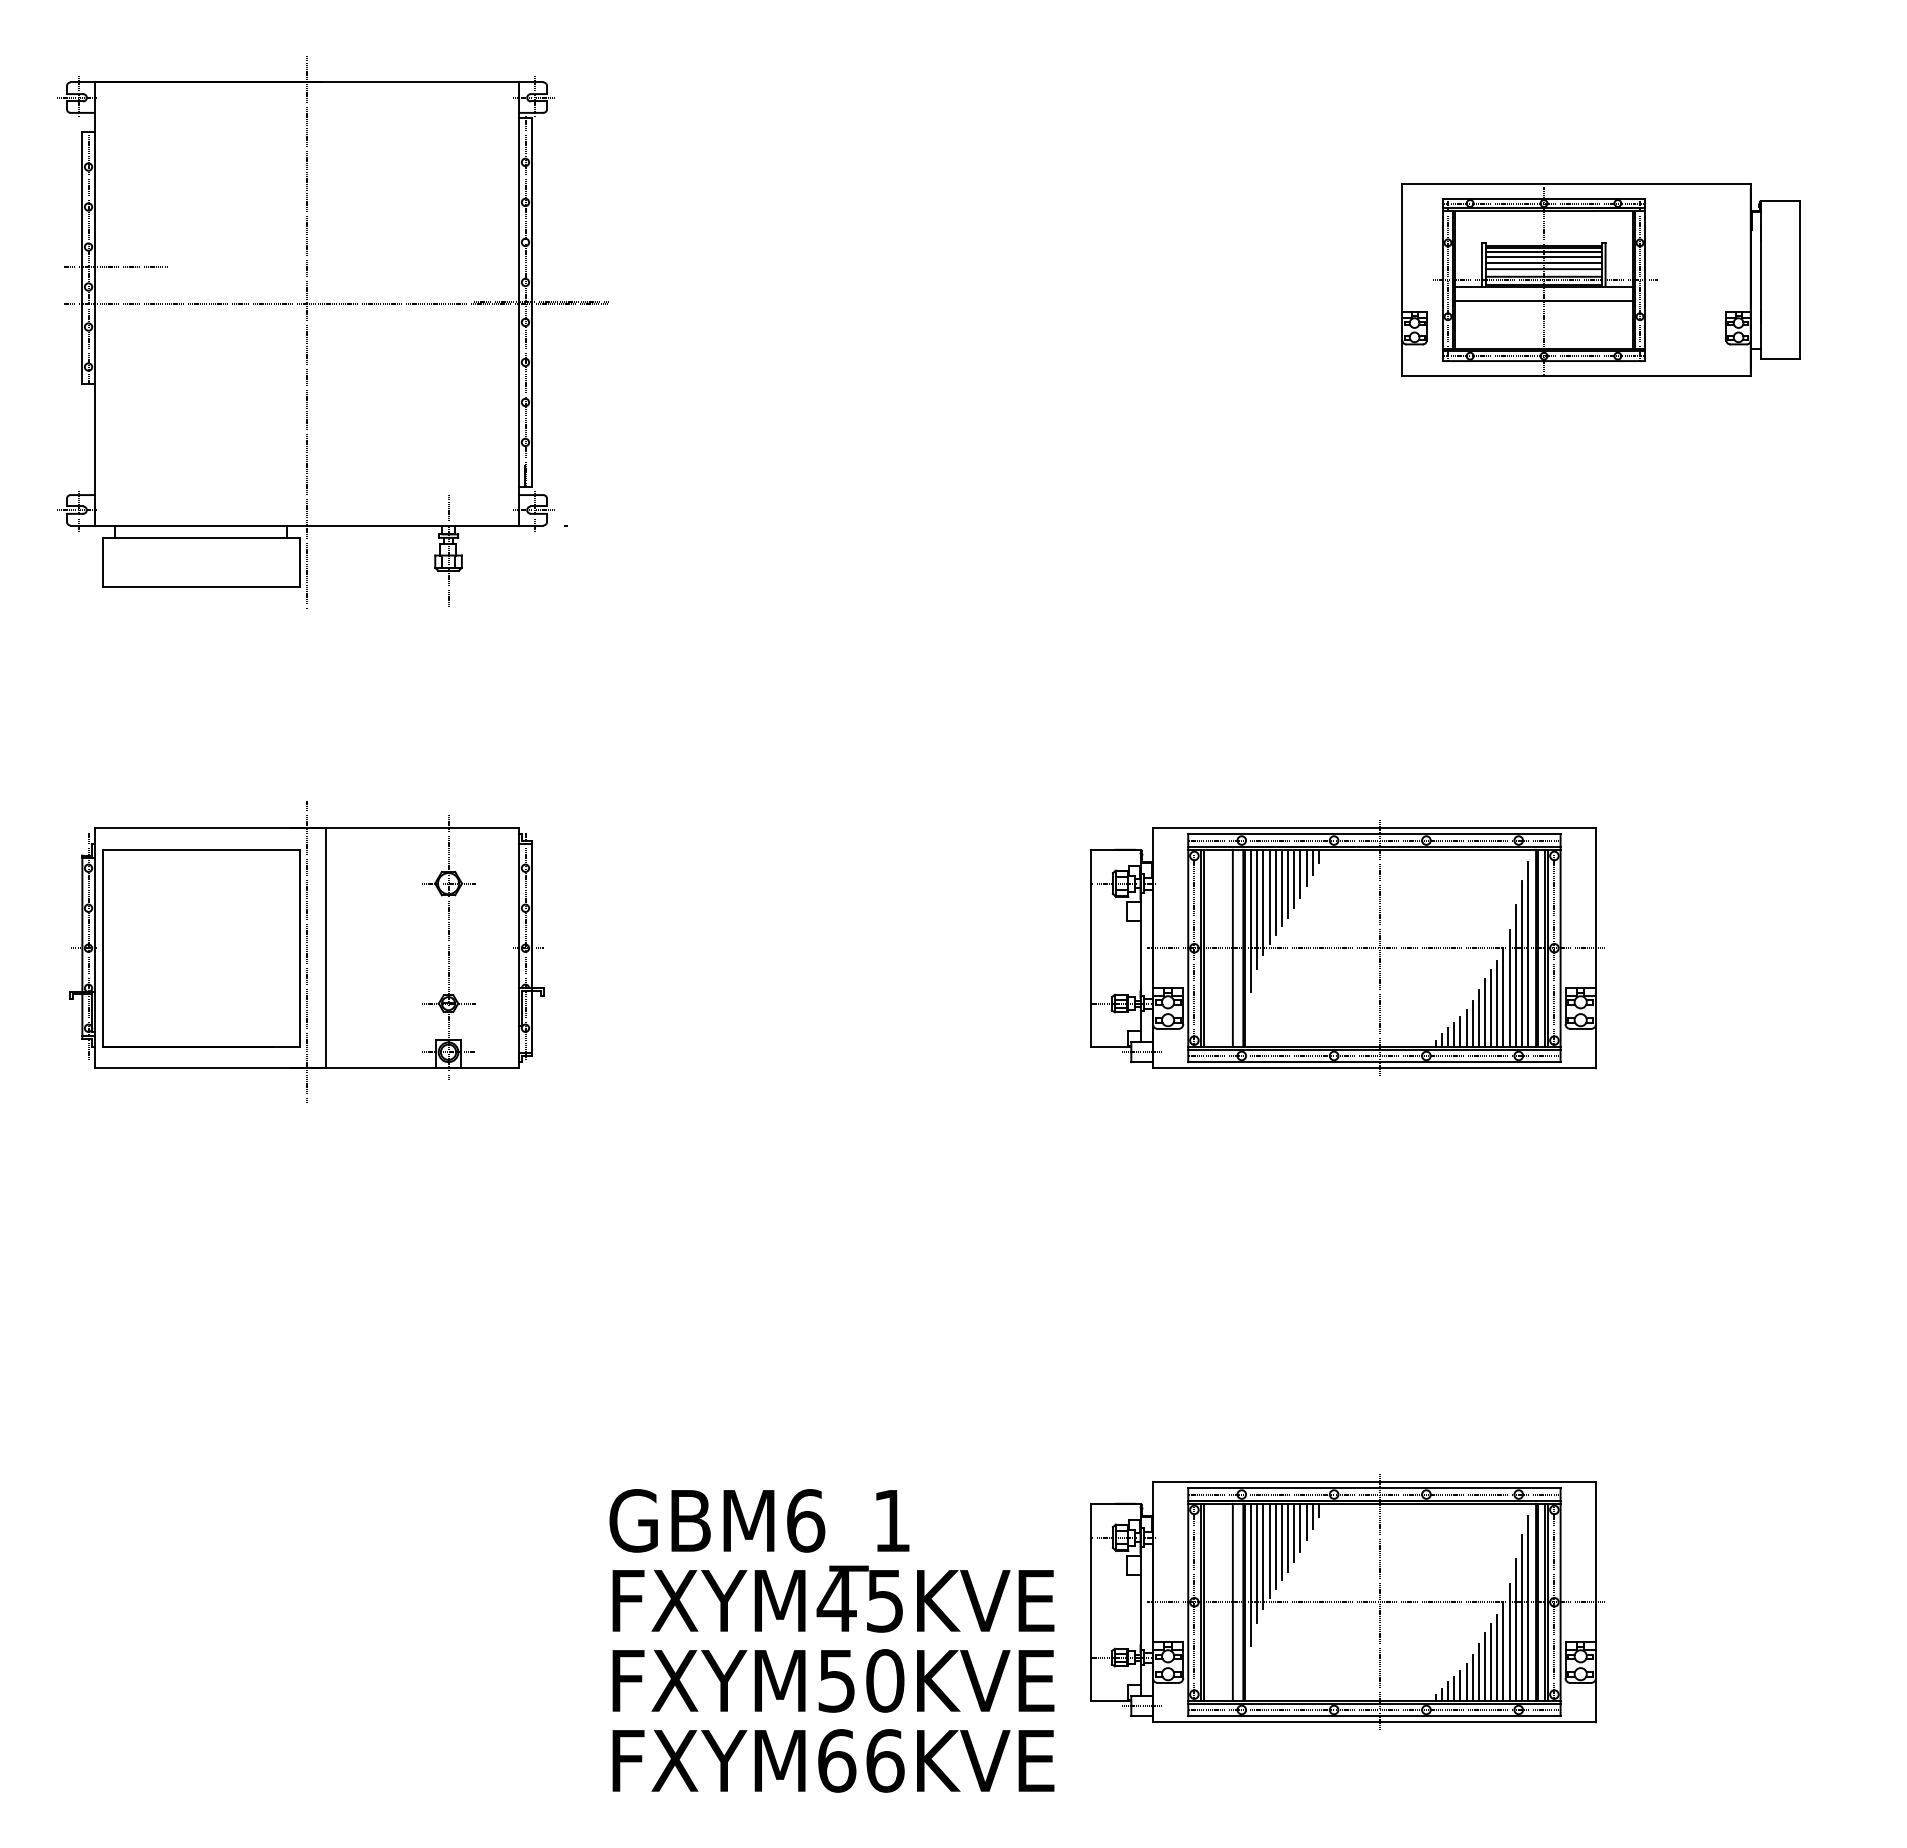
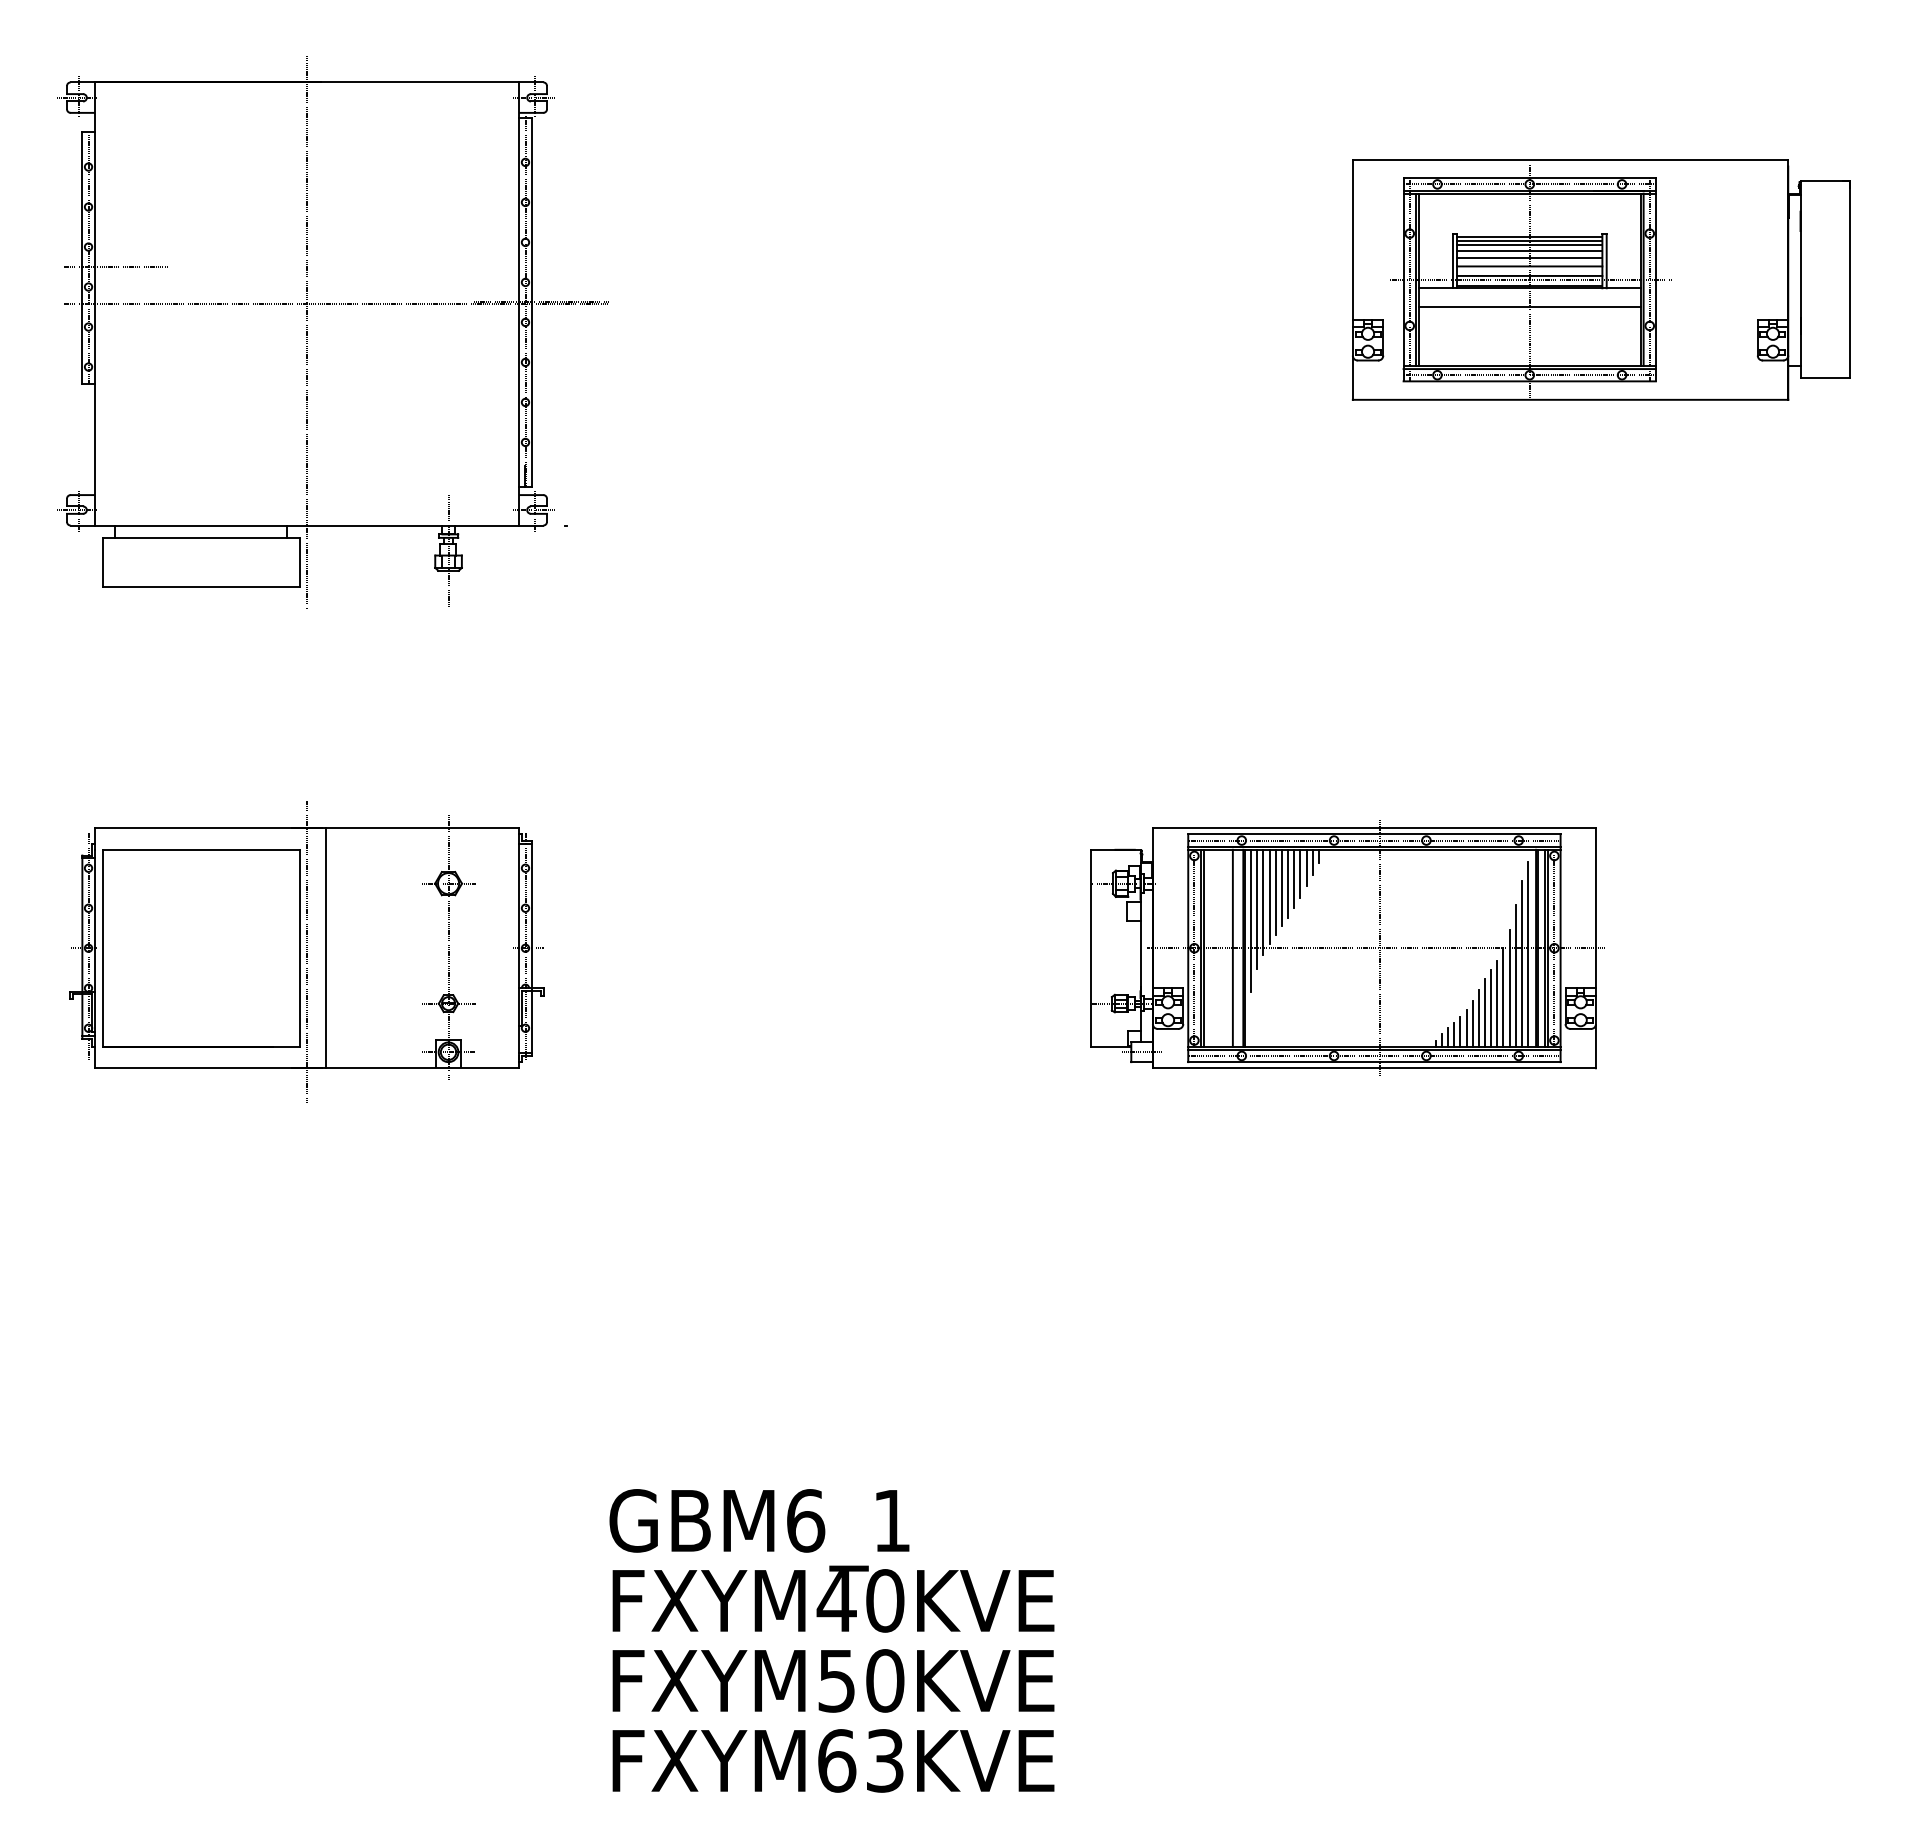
part at (1600, 279) size: 400x194 px -> 500x242 px
text at (885, 1600): FXYM45KVE -> FXYM40KVE
part at (1347, 1601): present -> none
text at (885, 1760): FXYM66KVE -> FXYM63KVE
